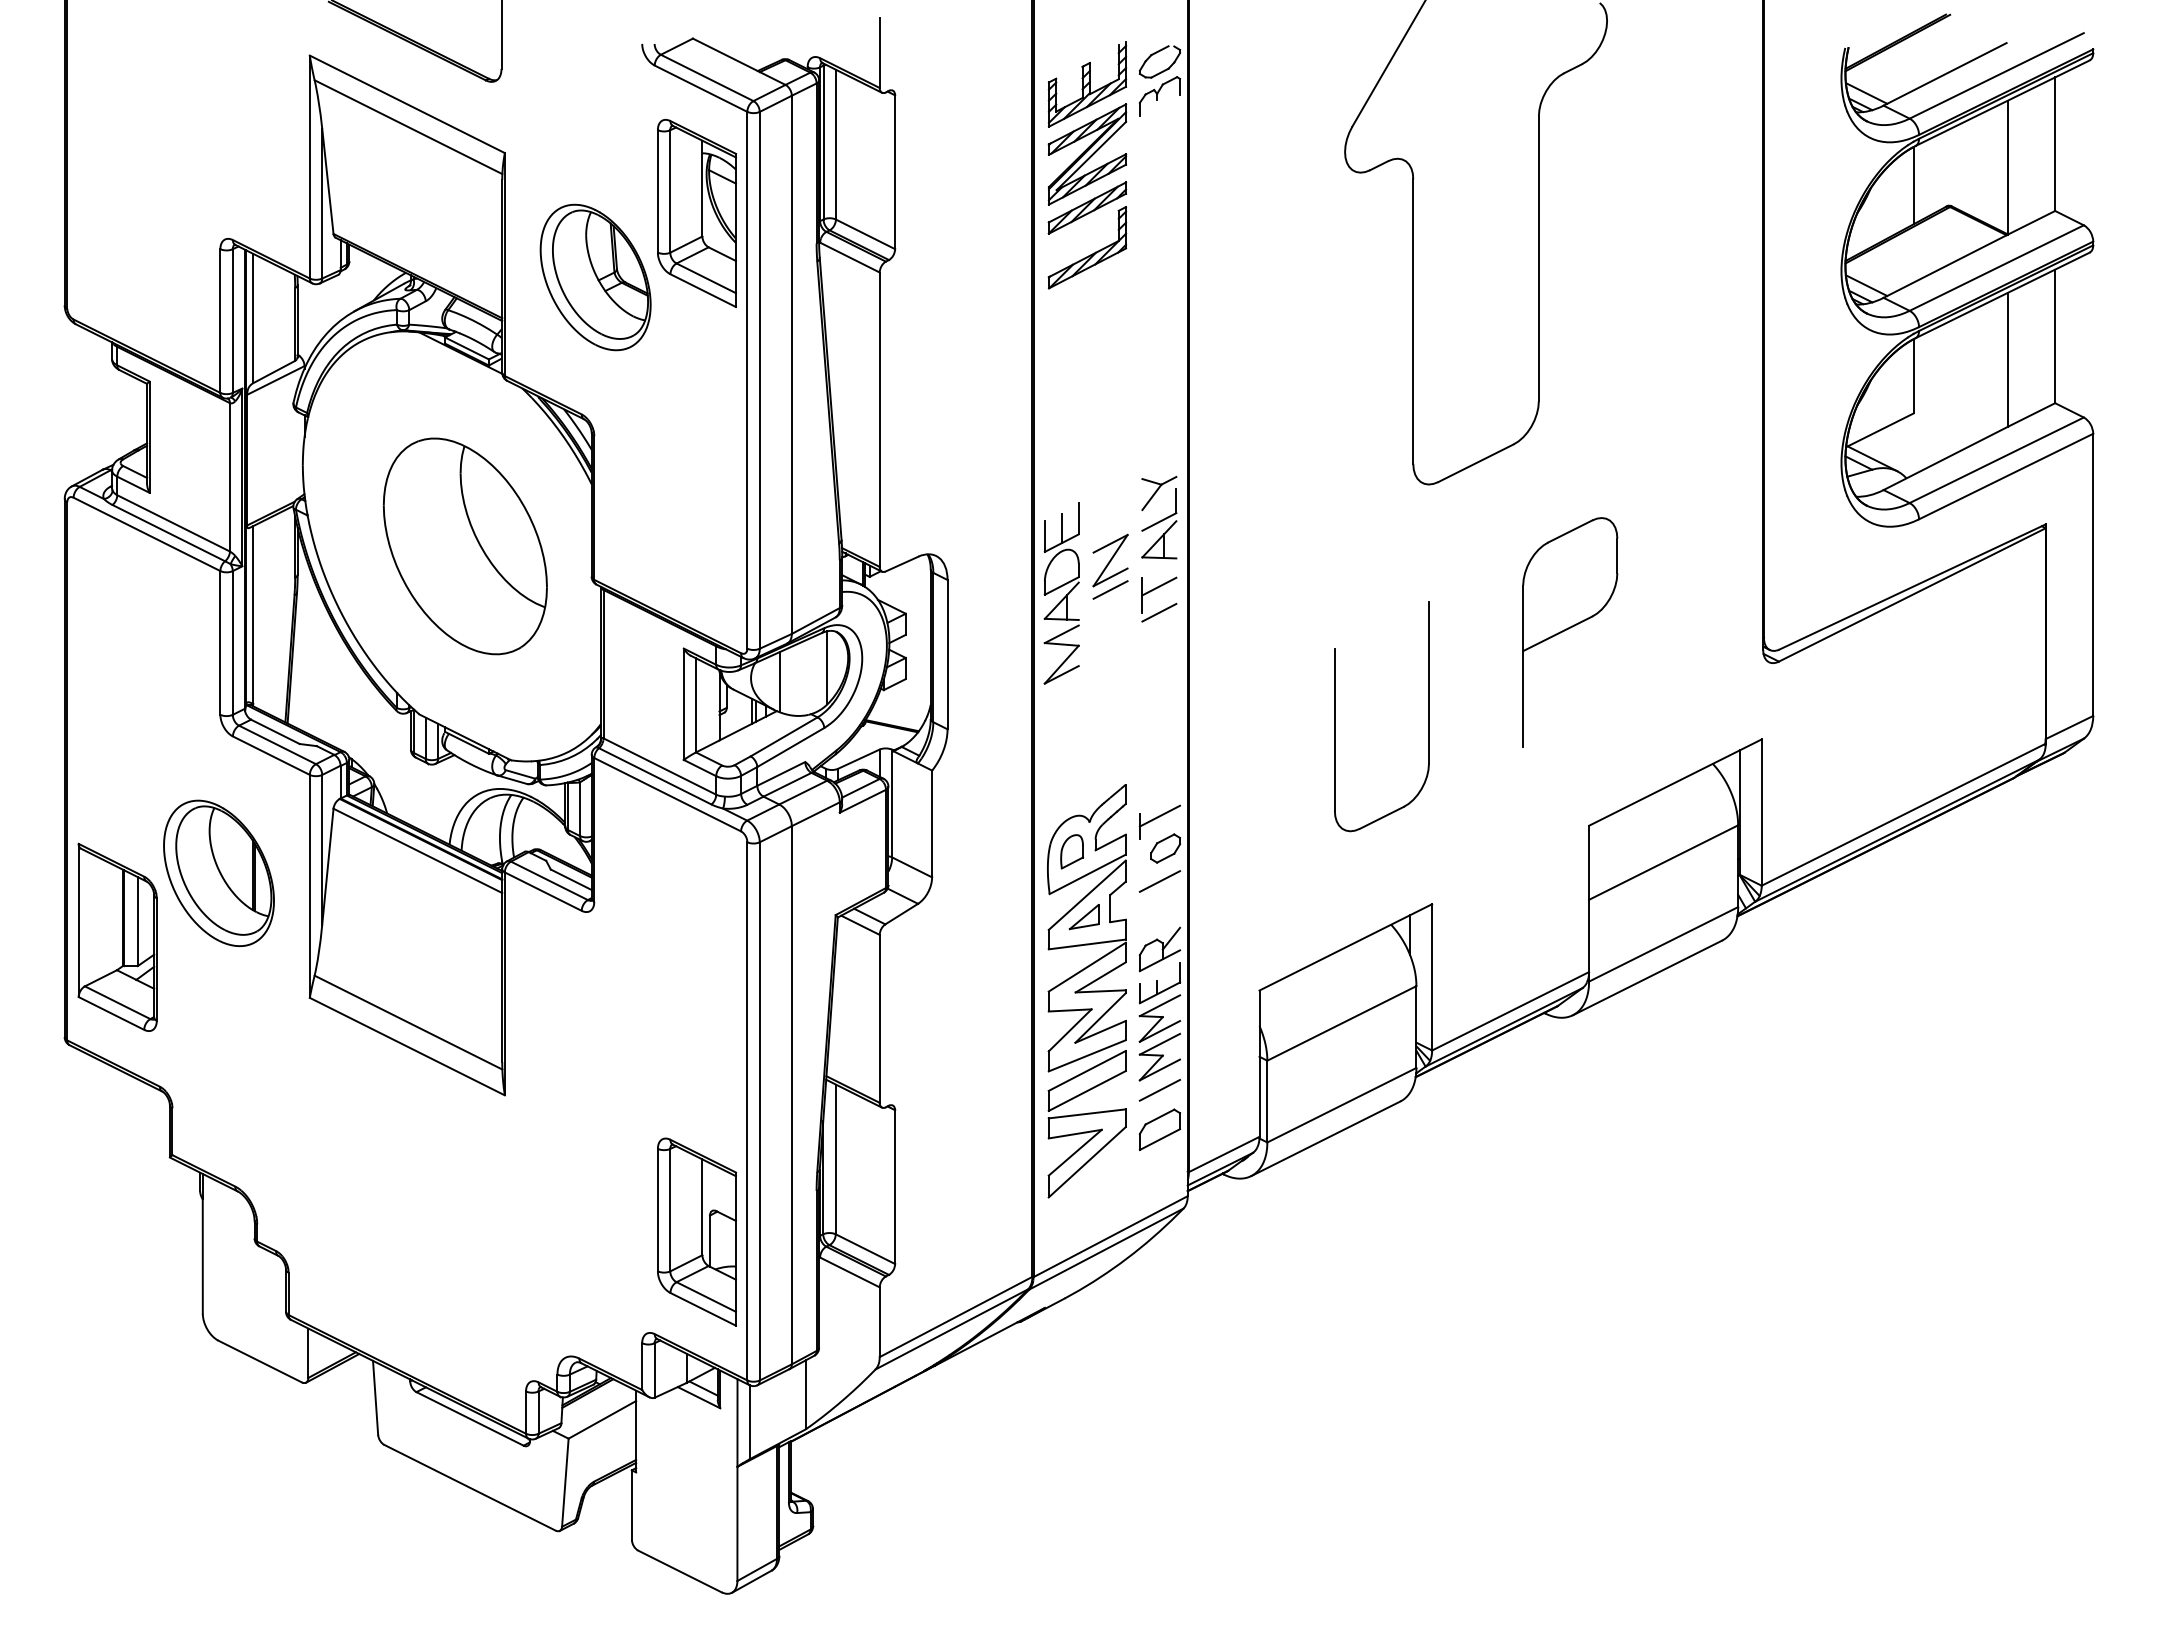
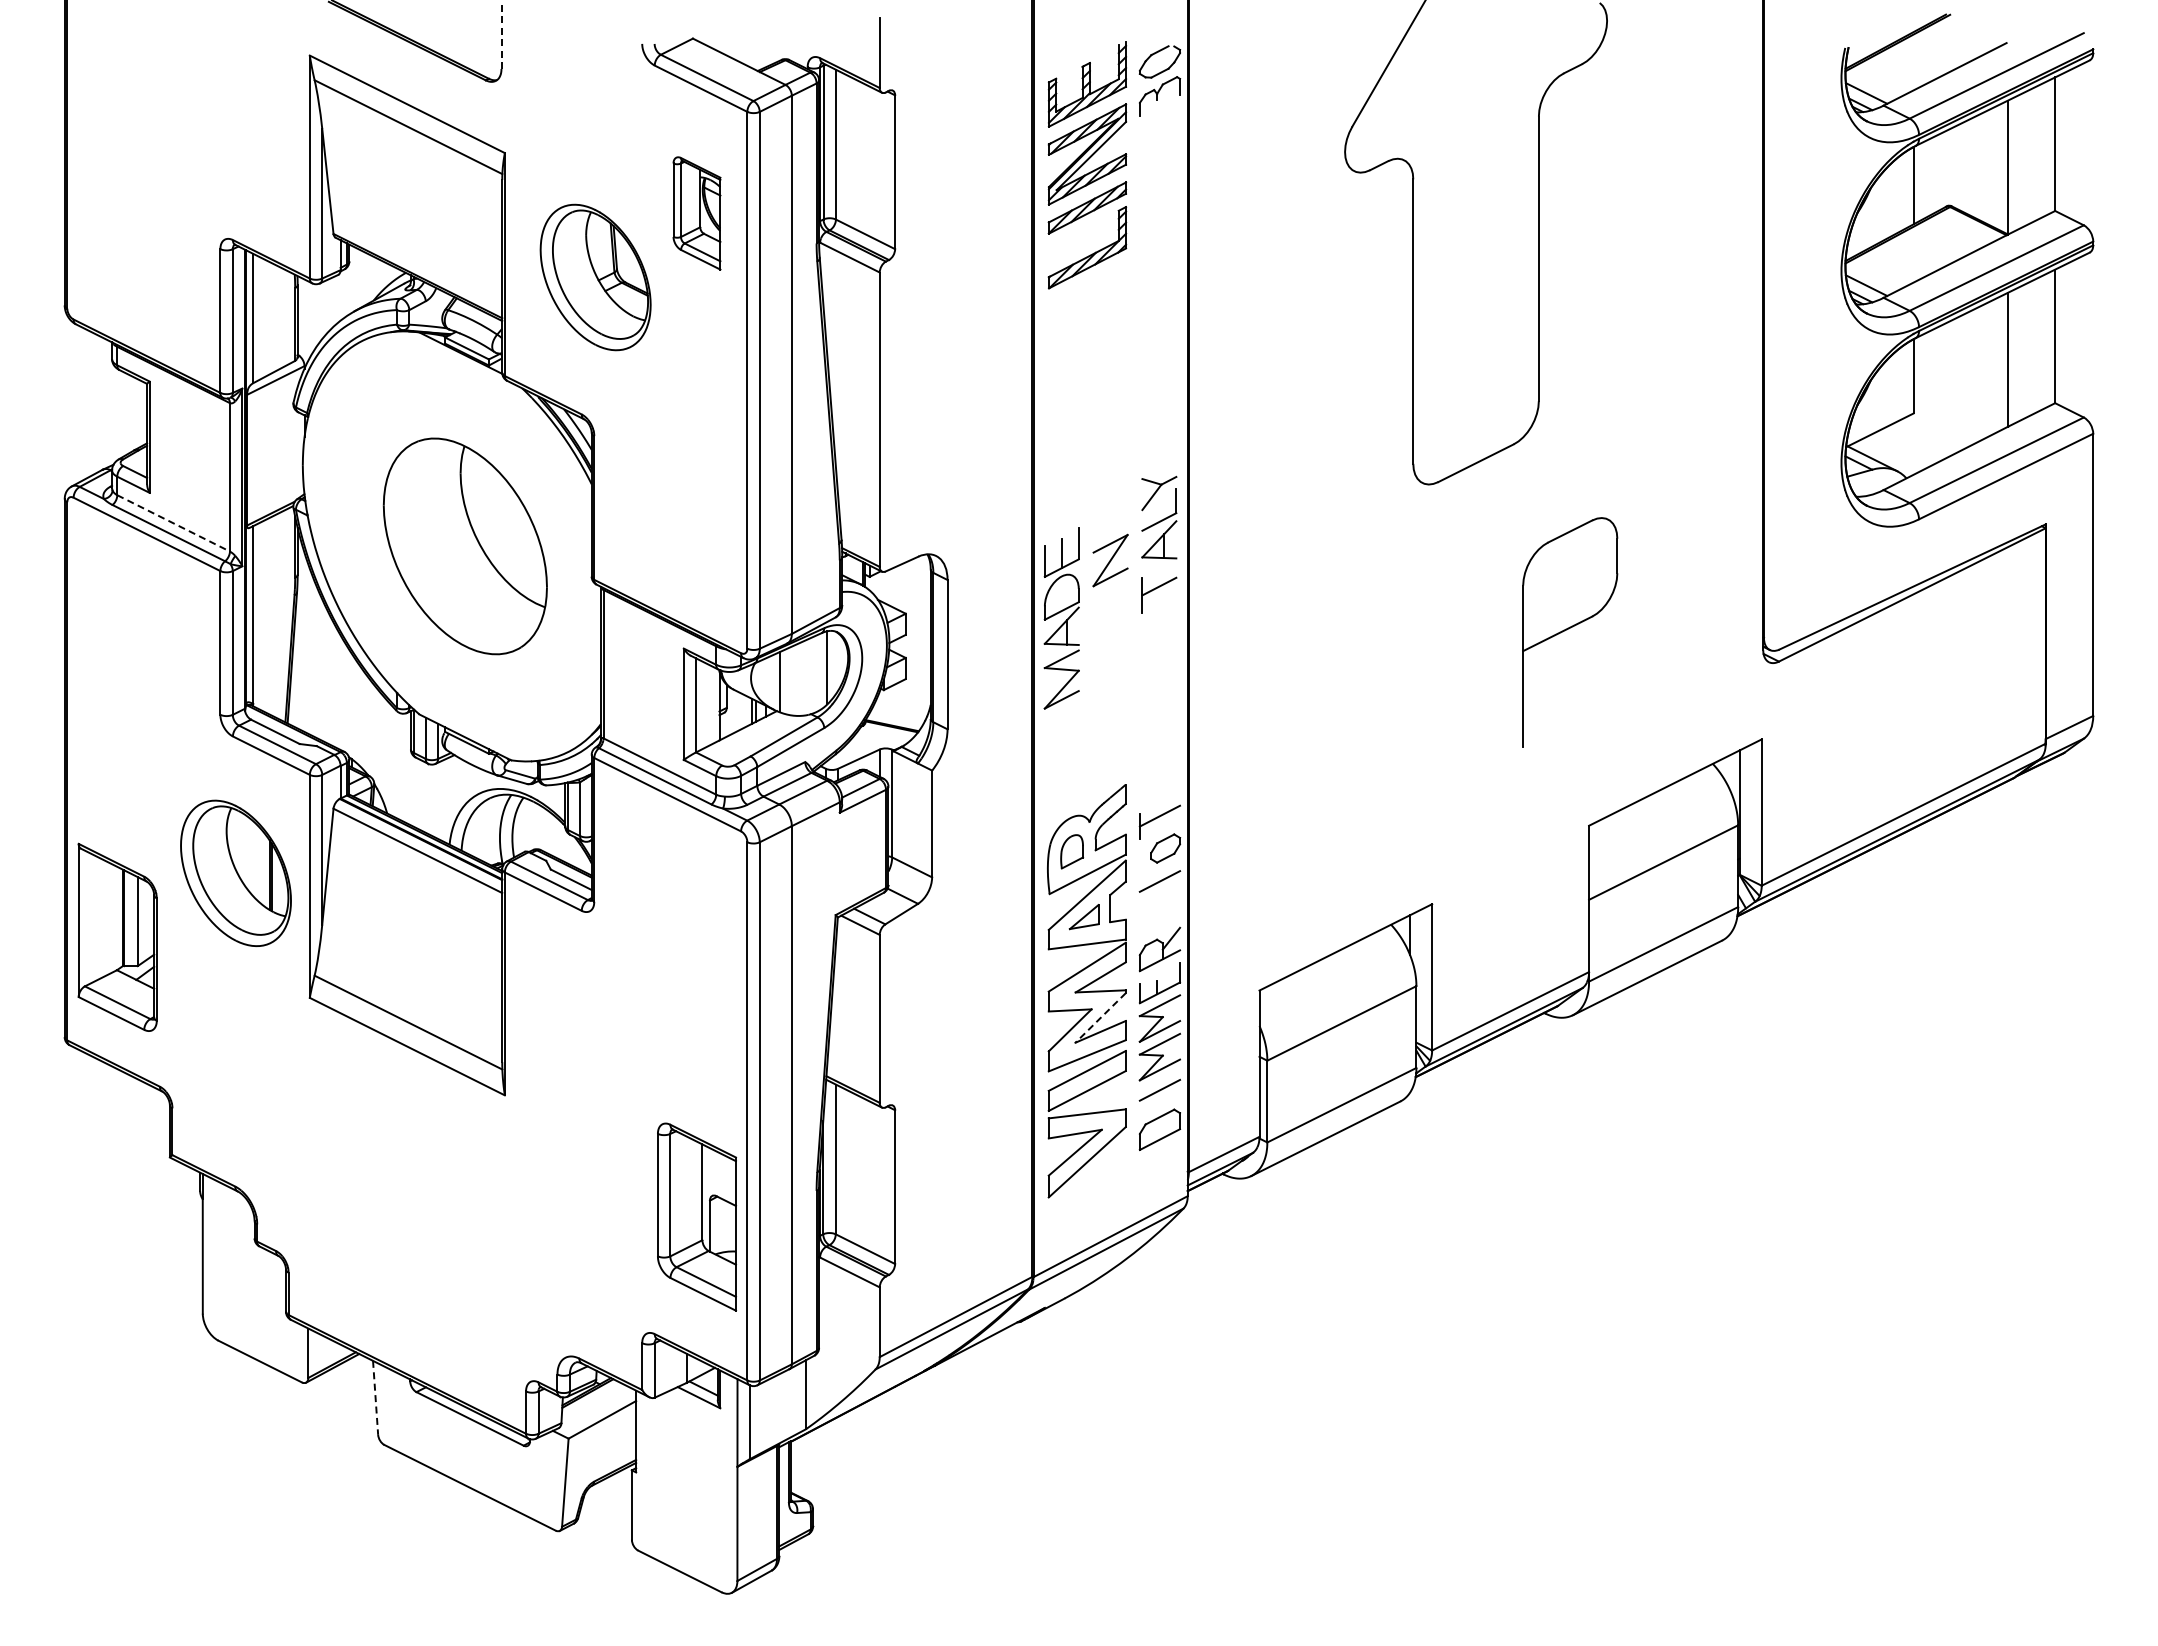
line at (501, 34): solid -> dashed
part at (696, 213) size: 80x191 px -> 50x115 px
line at (173, 523): solid -> dashed
line at (1110, 589): present -> none
part at (1061, 593) position: (1061, 593) -> (1061, 618)
line at (1159, 612): present -> none
part at (1335, 716): present -> none
part at (218, 872) position: (218, 872) -> (235, 872)
line at (1100, 1018): solid -> dashed
part at (696, 1231) position: (696, 1231) -> (696, 1216)
line at (375, 1398): solid -> dashed
